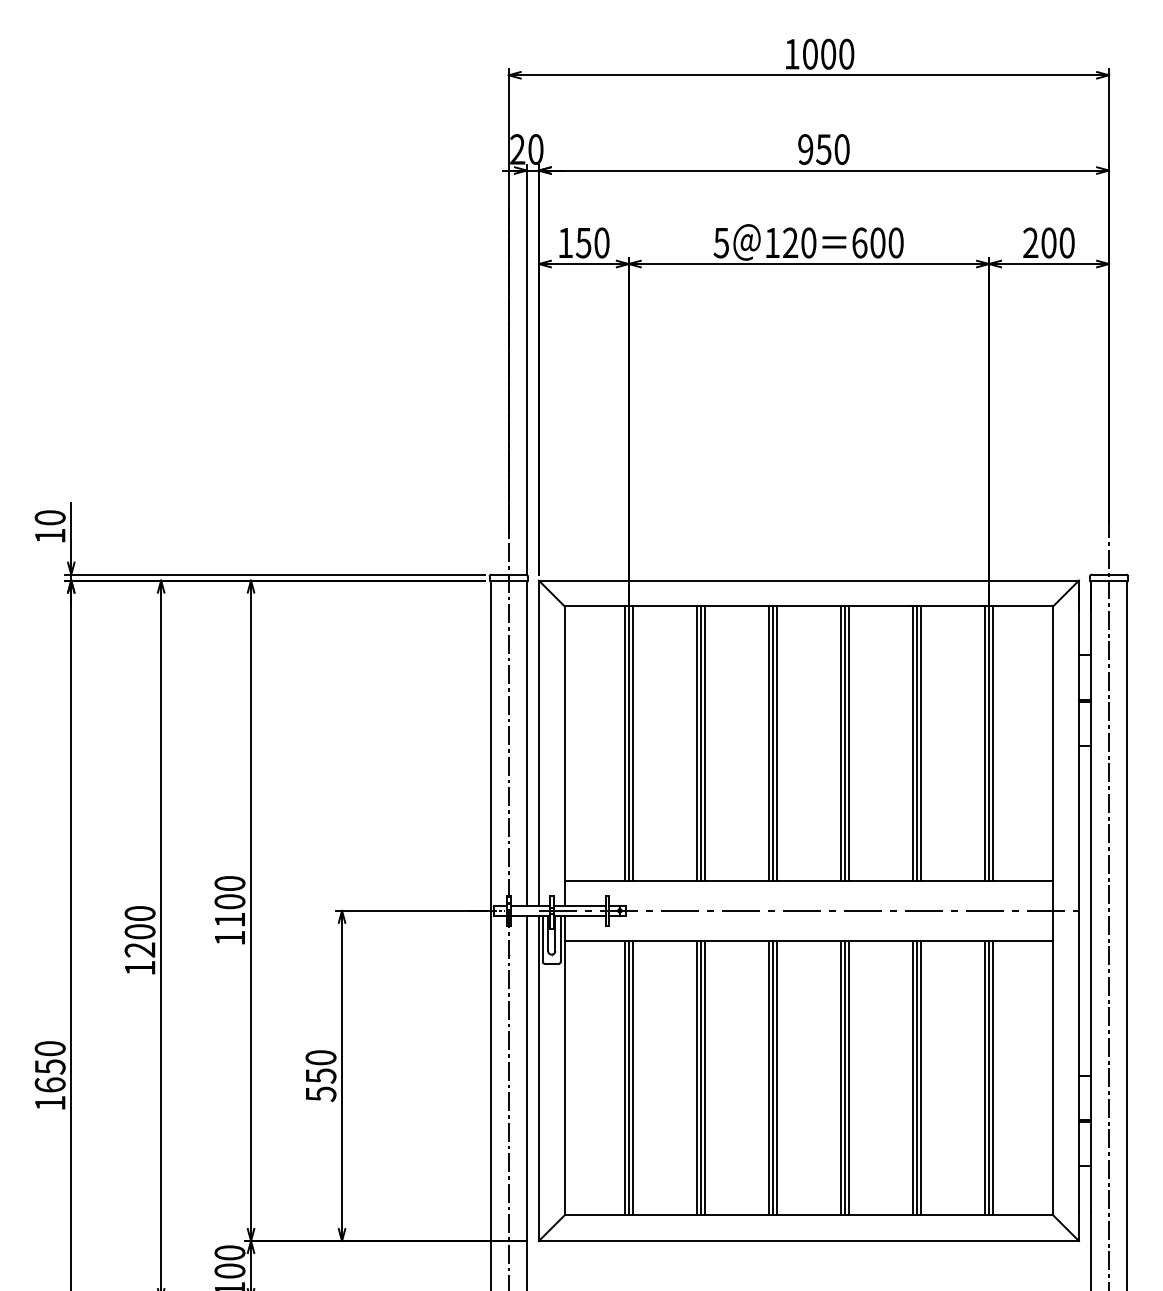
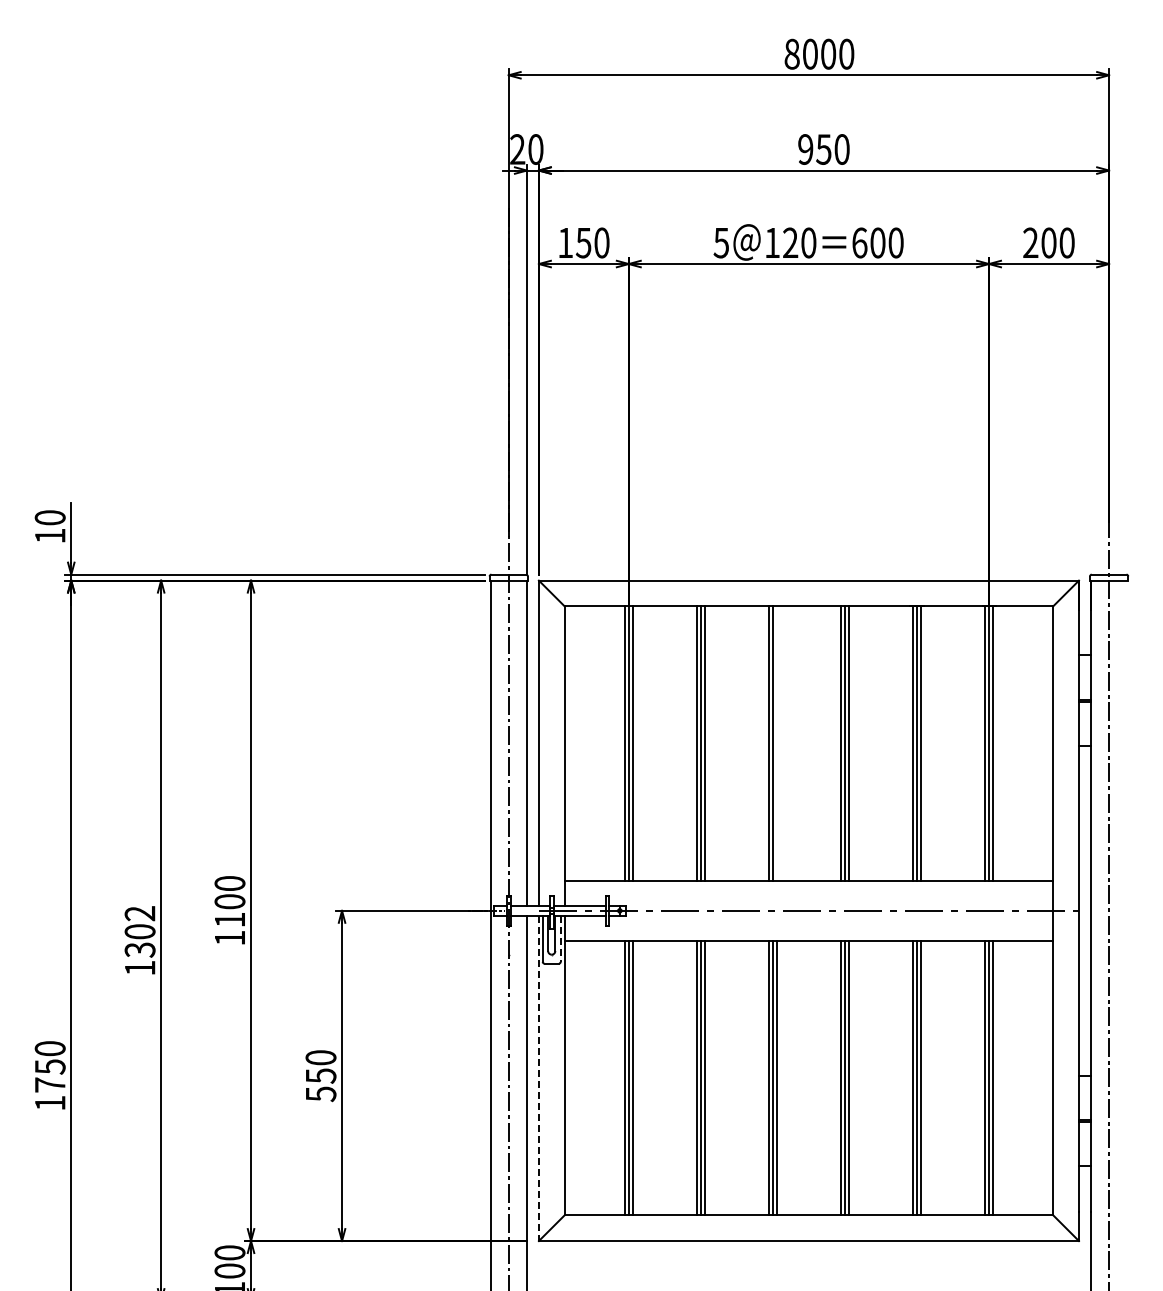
text at (791, 53): 1000 -> 8000
line at (776, 743): present -> none
text at (139, 931): 1200 -> 1302
line at (1127, 933): present -> none
line at (560, 939): solid -> dashed
line at (538, 1078): solid -> dashed
text at (49, 1084): 1650 -> 1750
